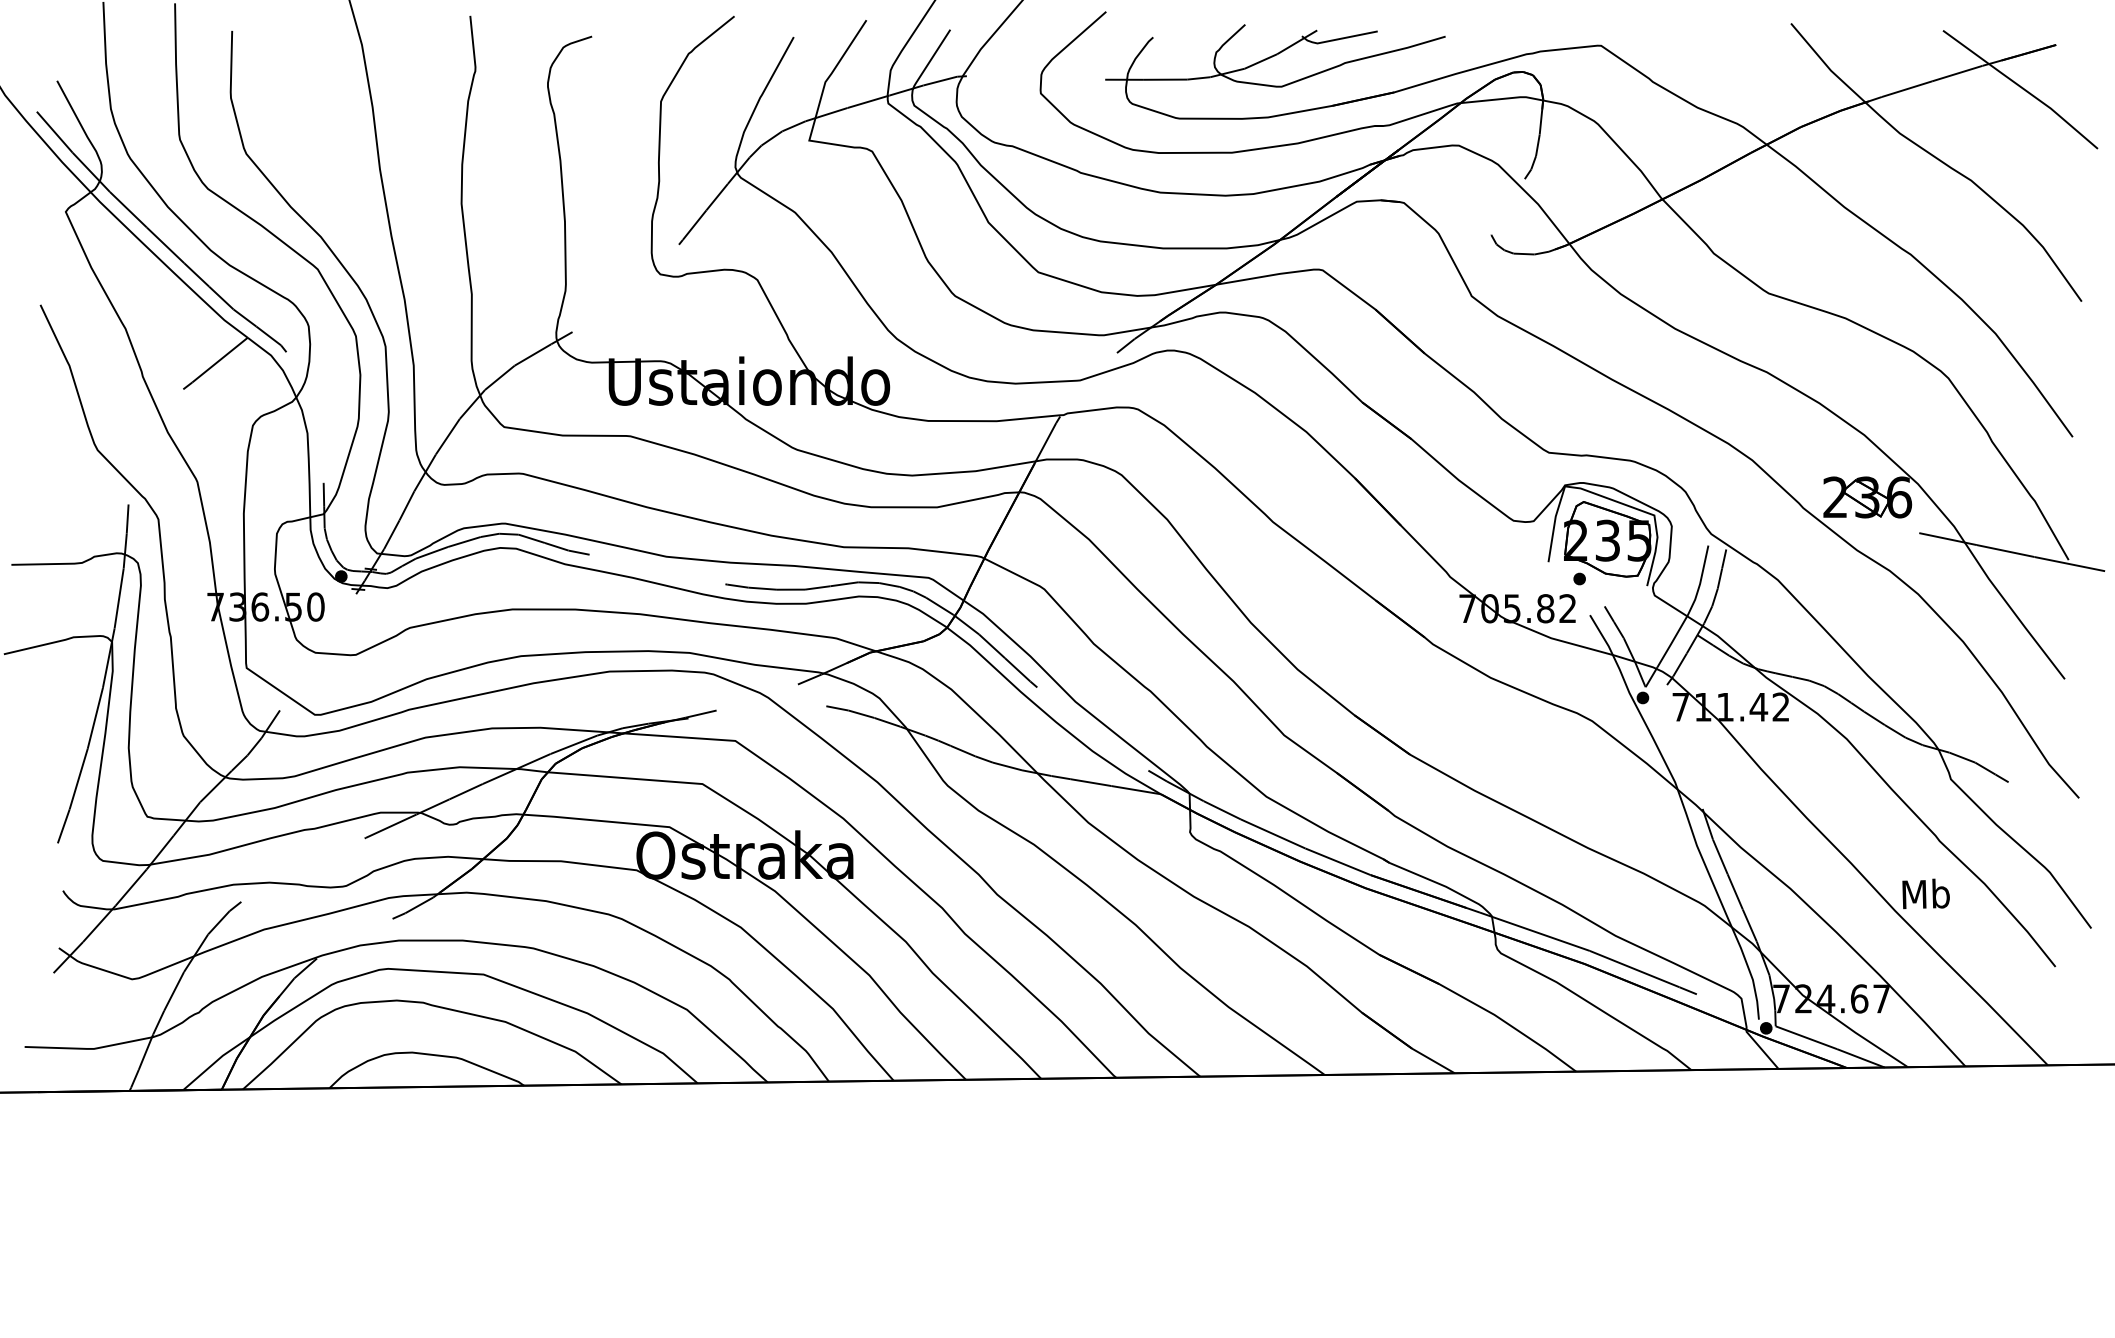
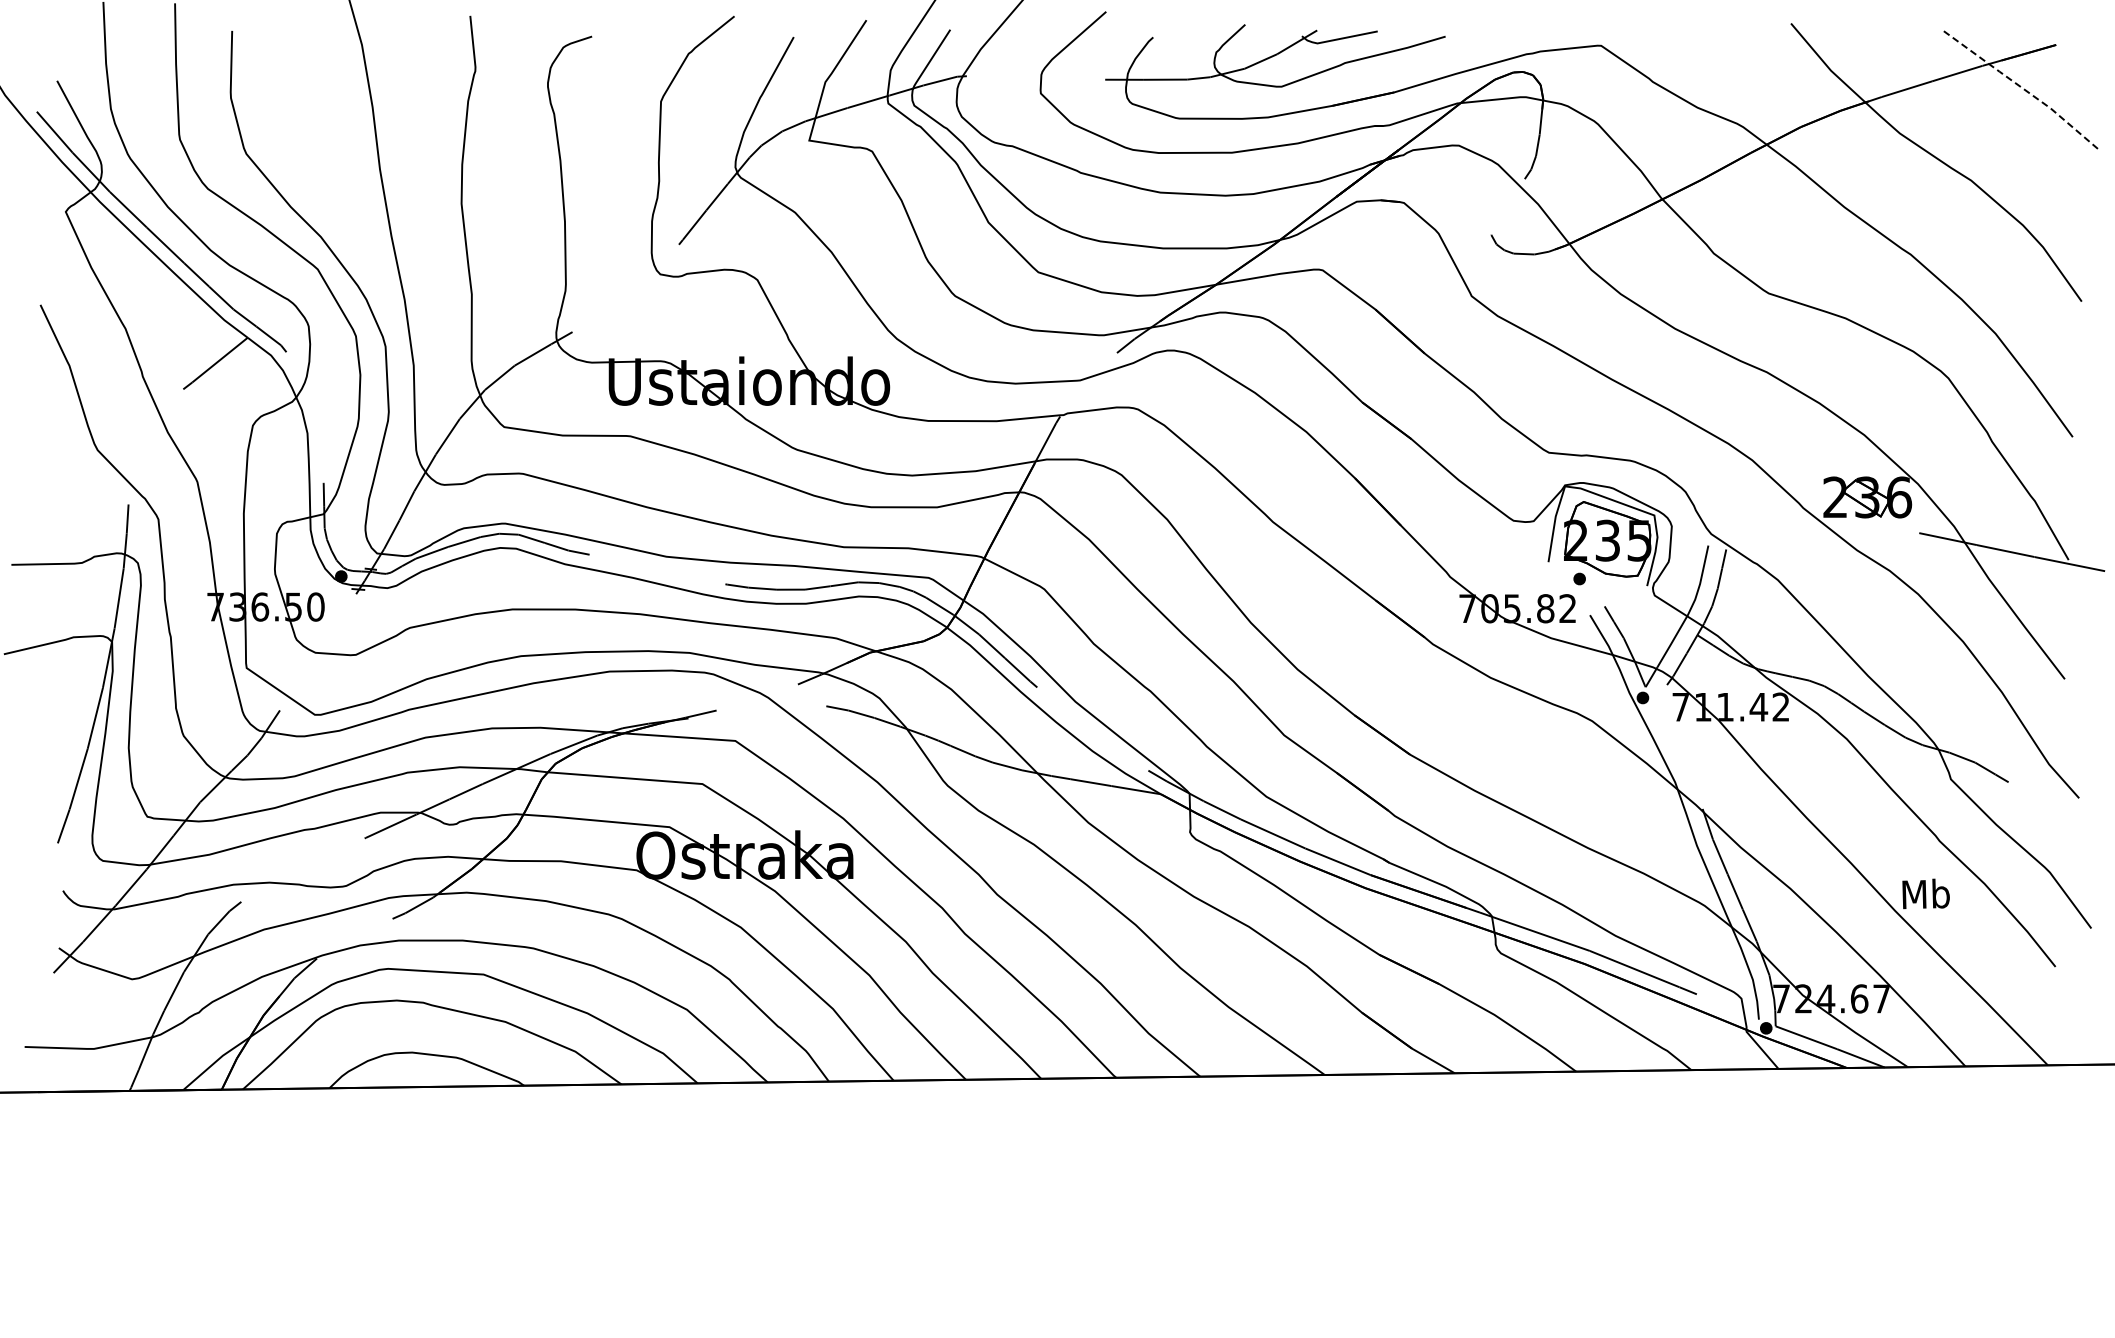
line at (2022, 88): solid -> dashed
